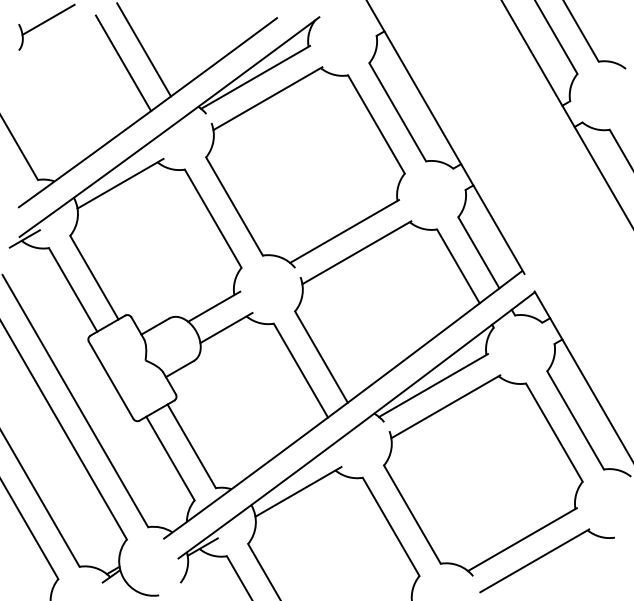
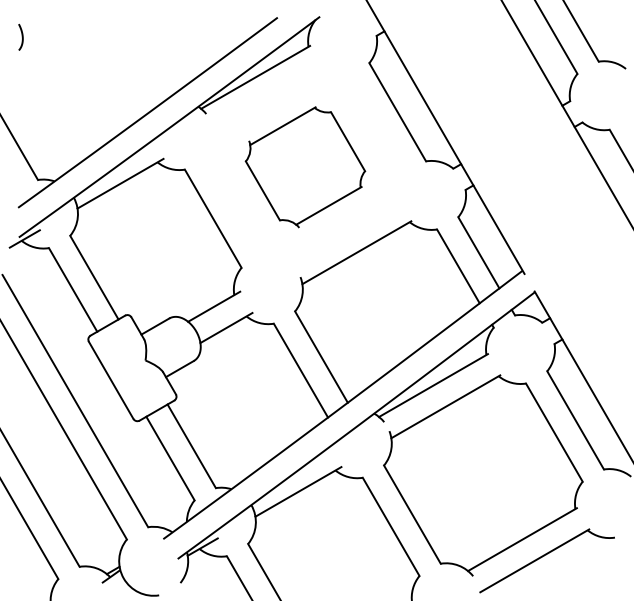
line at (48, 19): present -> none
line at (144, 49): present -> none
line at (123, 63): present -> none
part at (305, 167) size: 201x203 px -> 123x123 px
